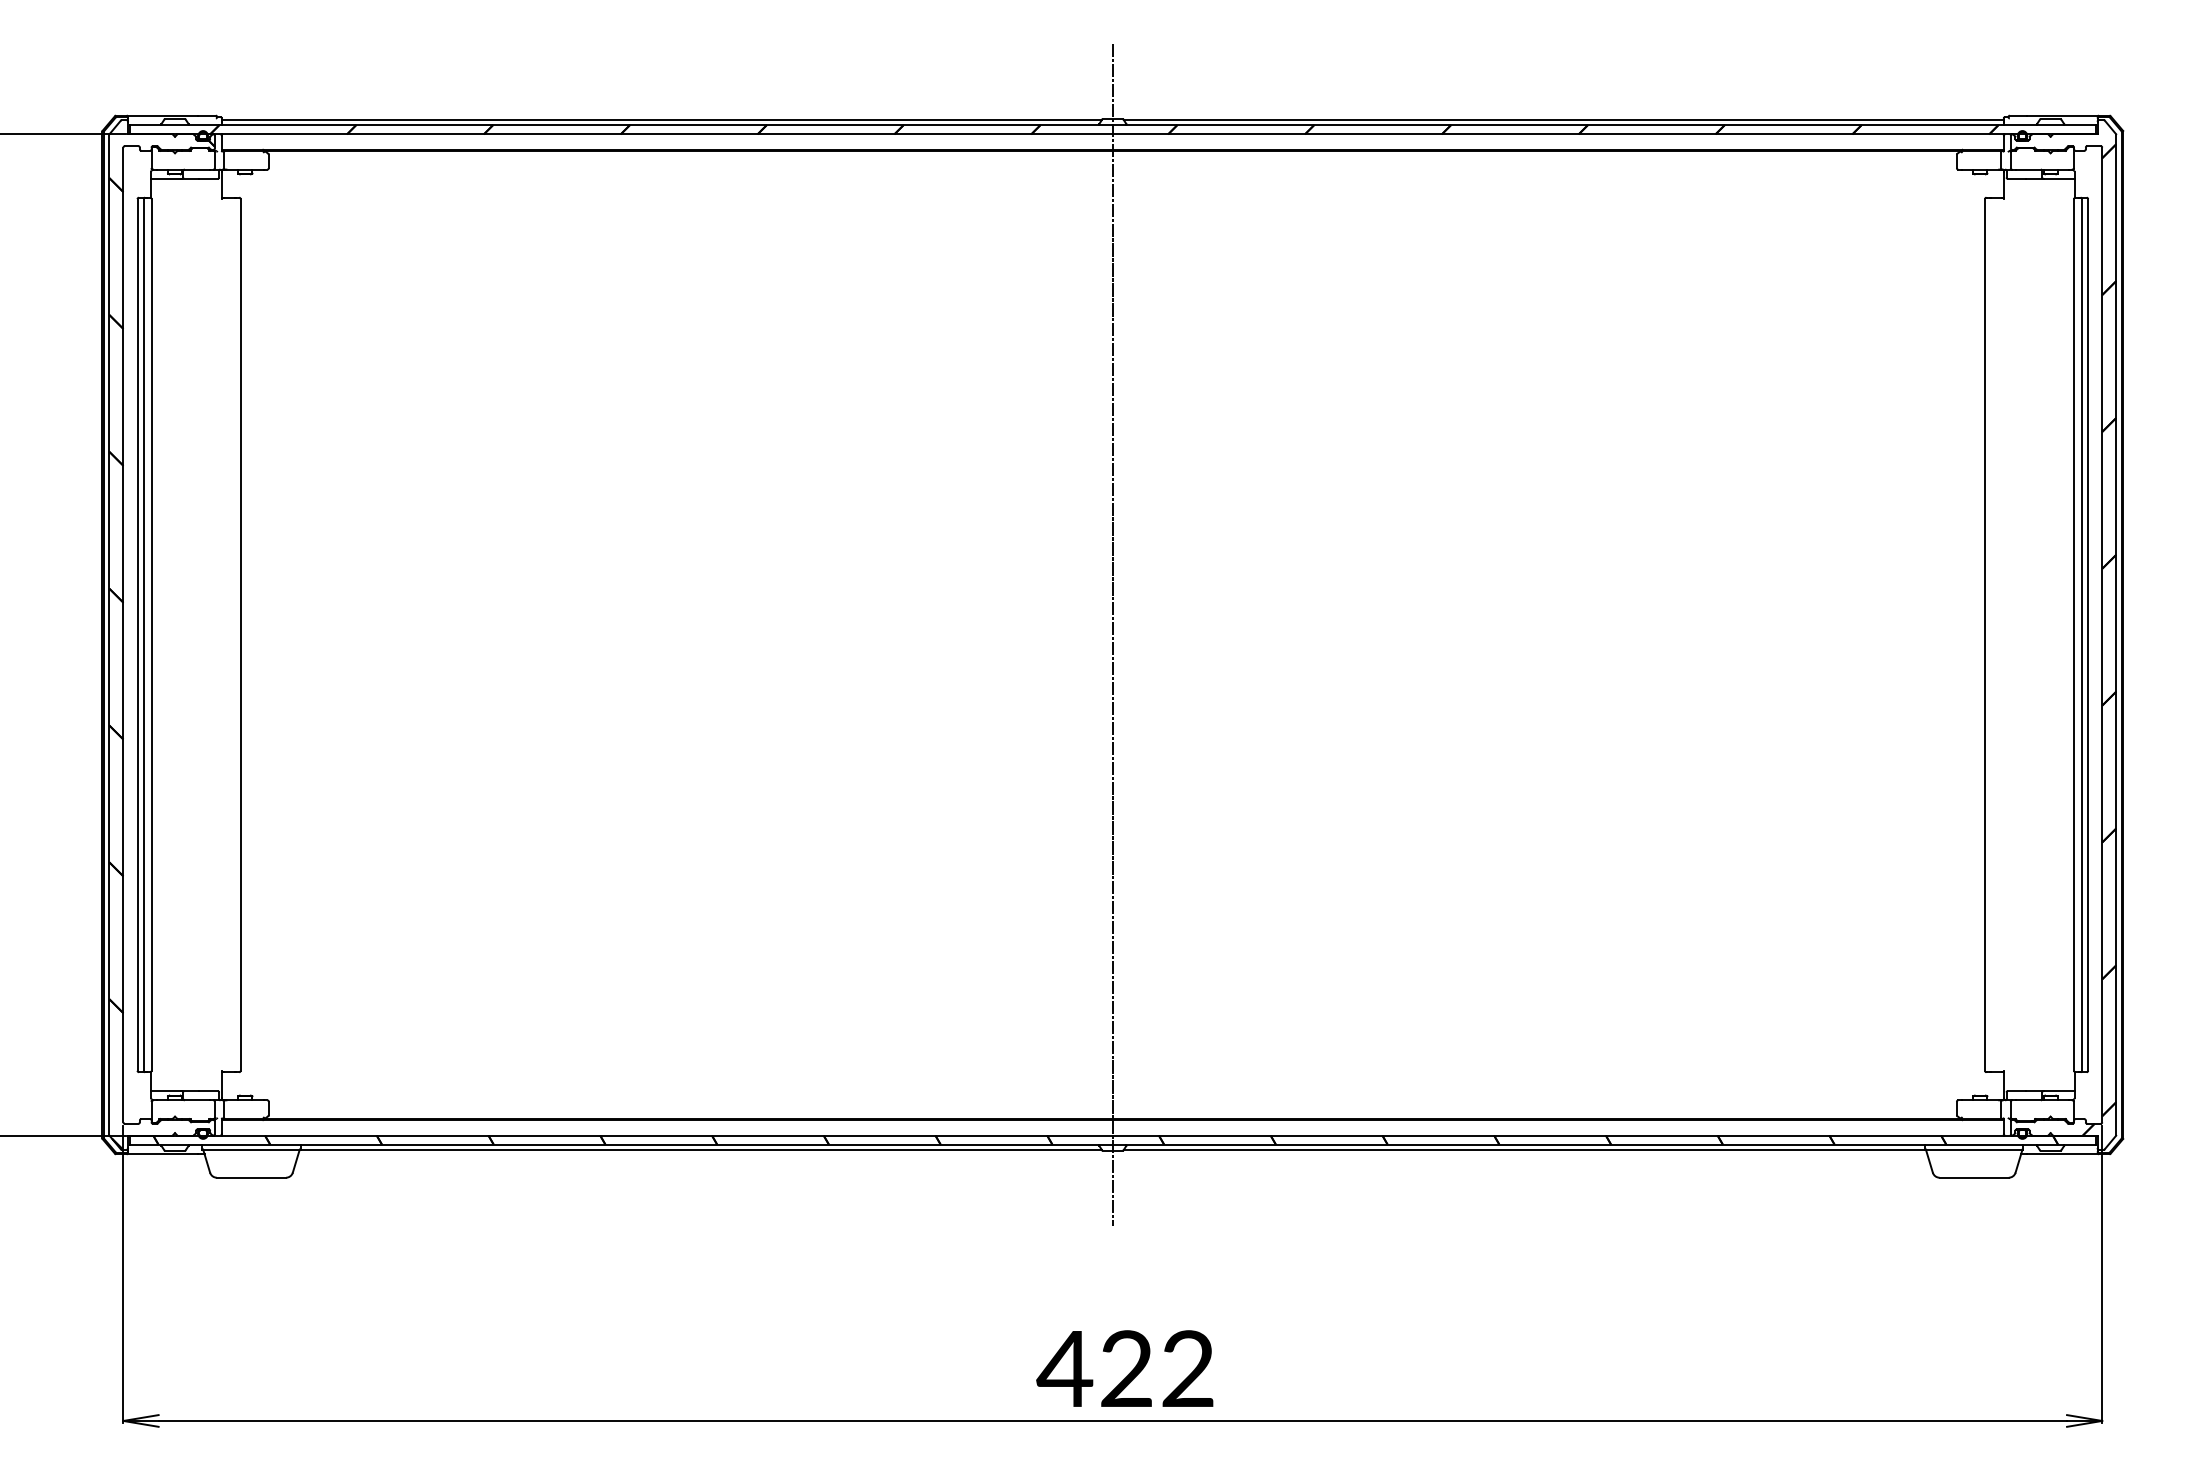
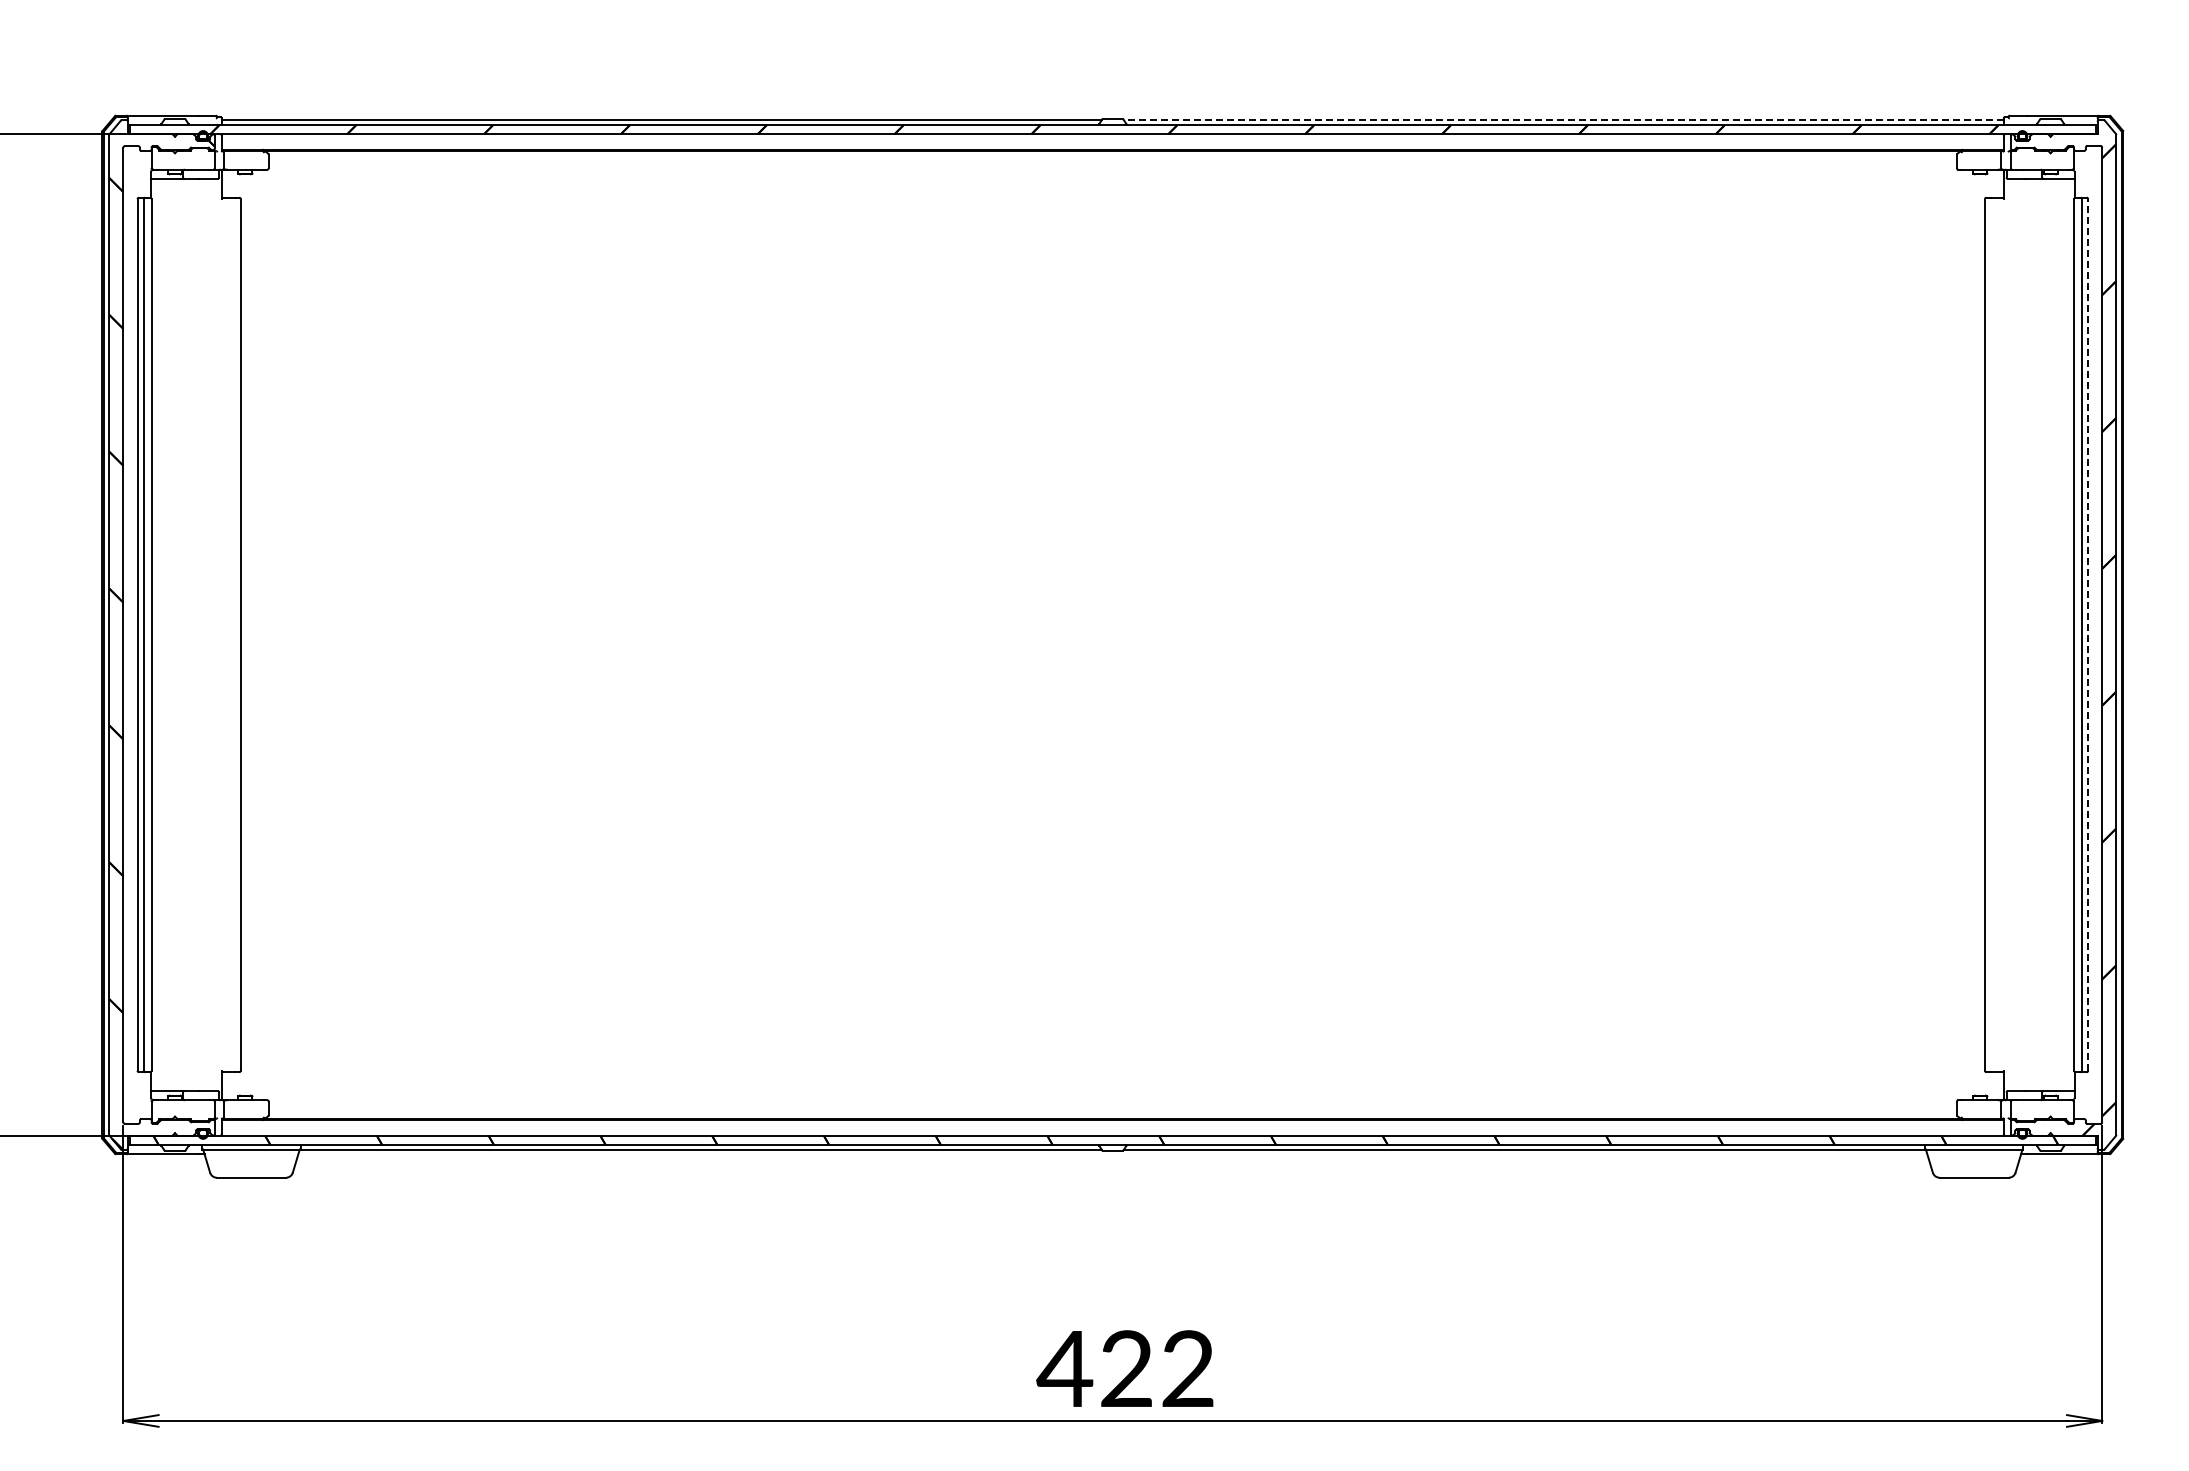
line at (1563, 120): solid -> dashed
line at (1112, 634): present -> none
line at (2088, 634): solid -> dashed
